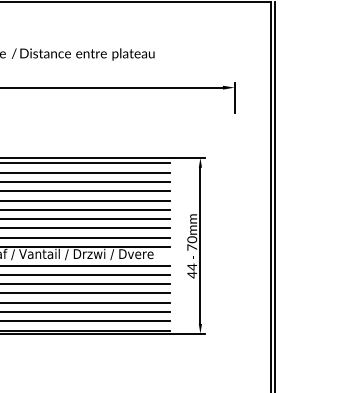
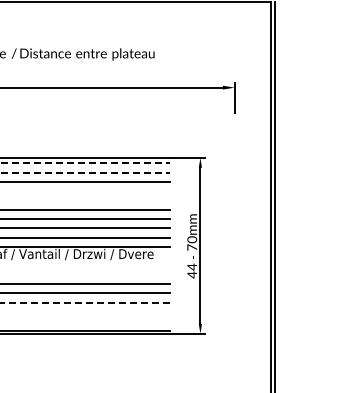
line at (84, 163): solid -> dashed
line at (84, 172): solid -> dashed
line at (85, 191): present -> none
line at (85, 200): present -> none
line at (85, 265): present -> none
line at (85, 274): present -> none
line at (84, 302): solid -> dashed
line at (85, 312): present -> none
line at (85, 321): present -> none
